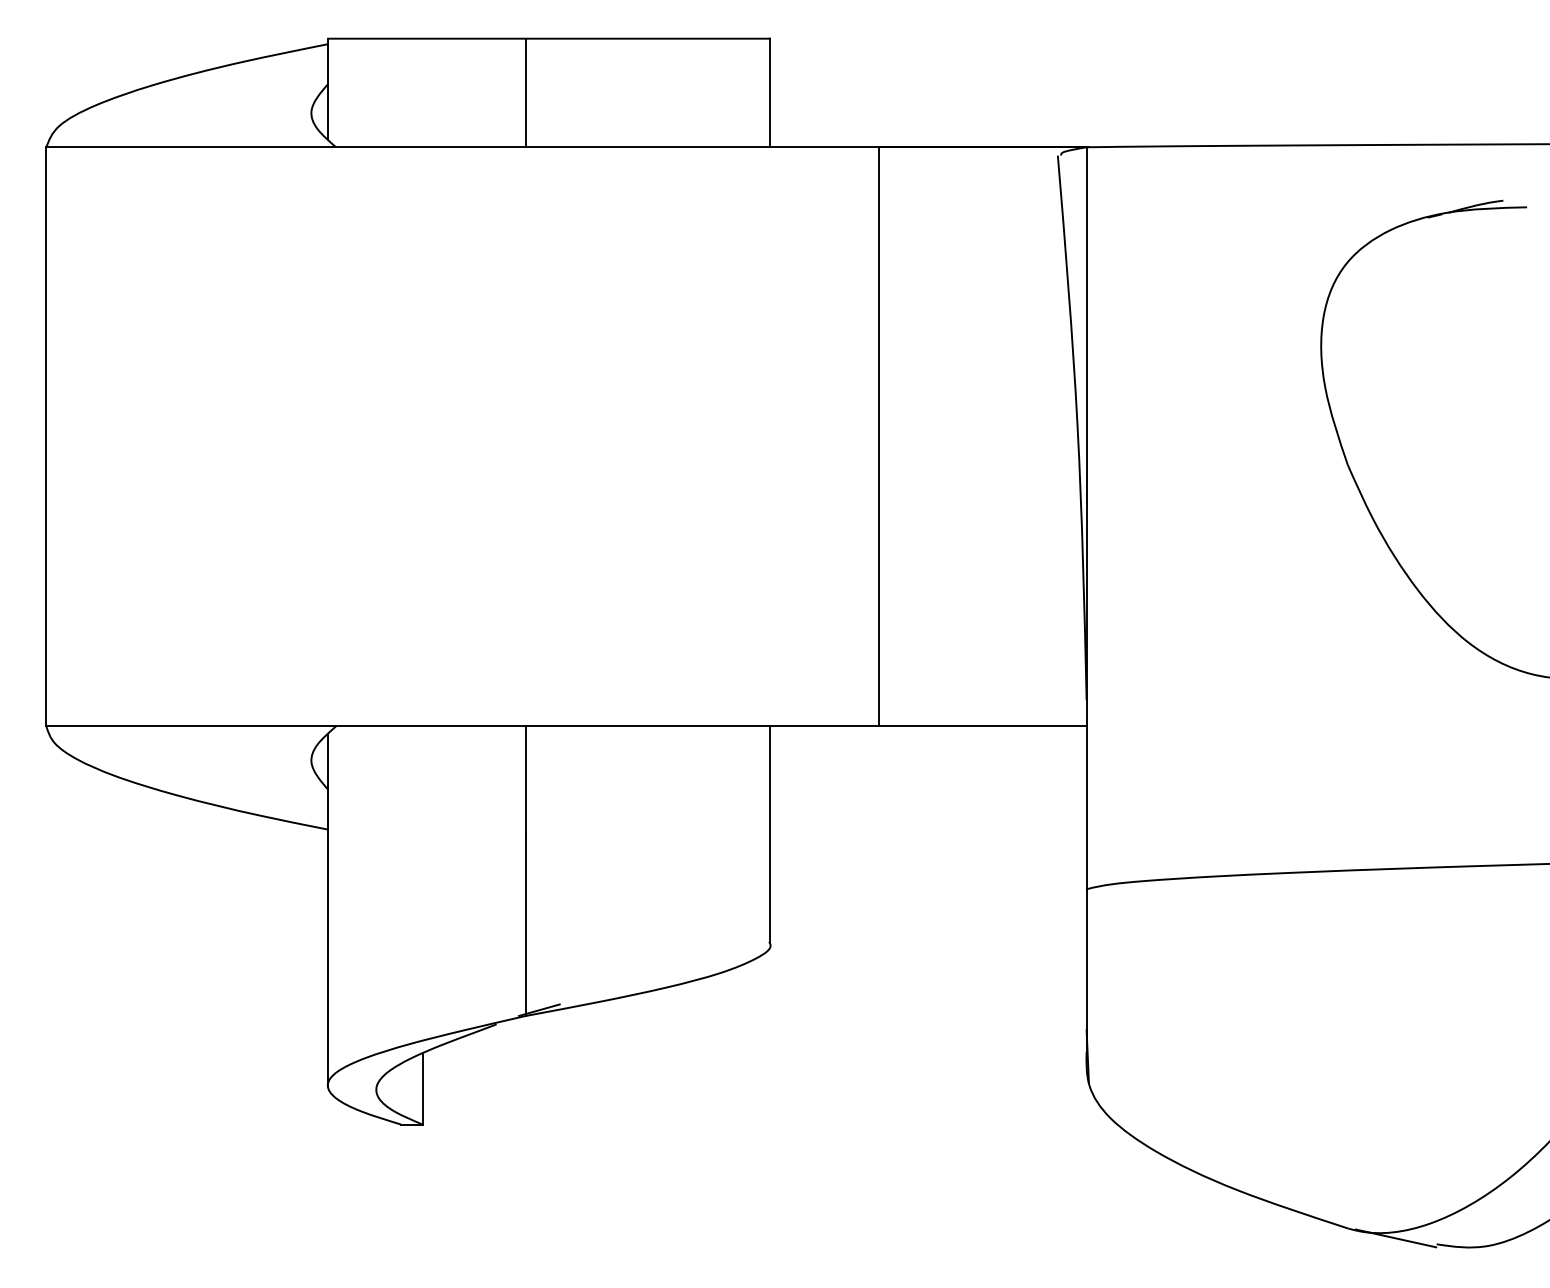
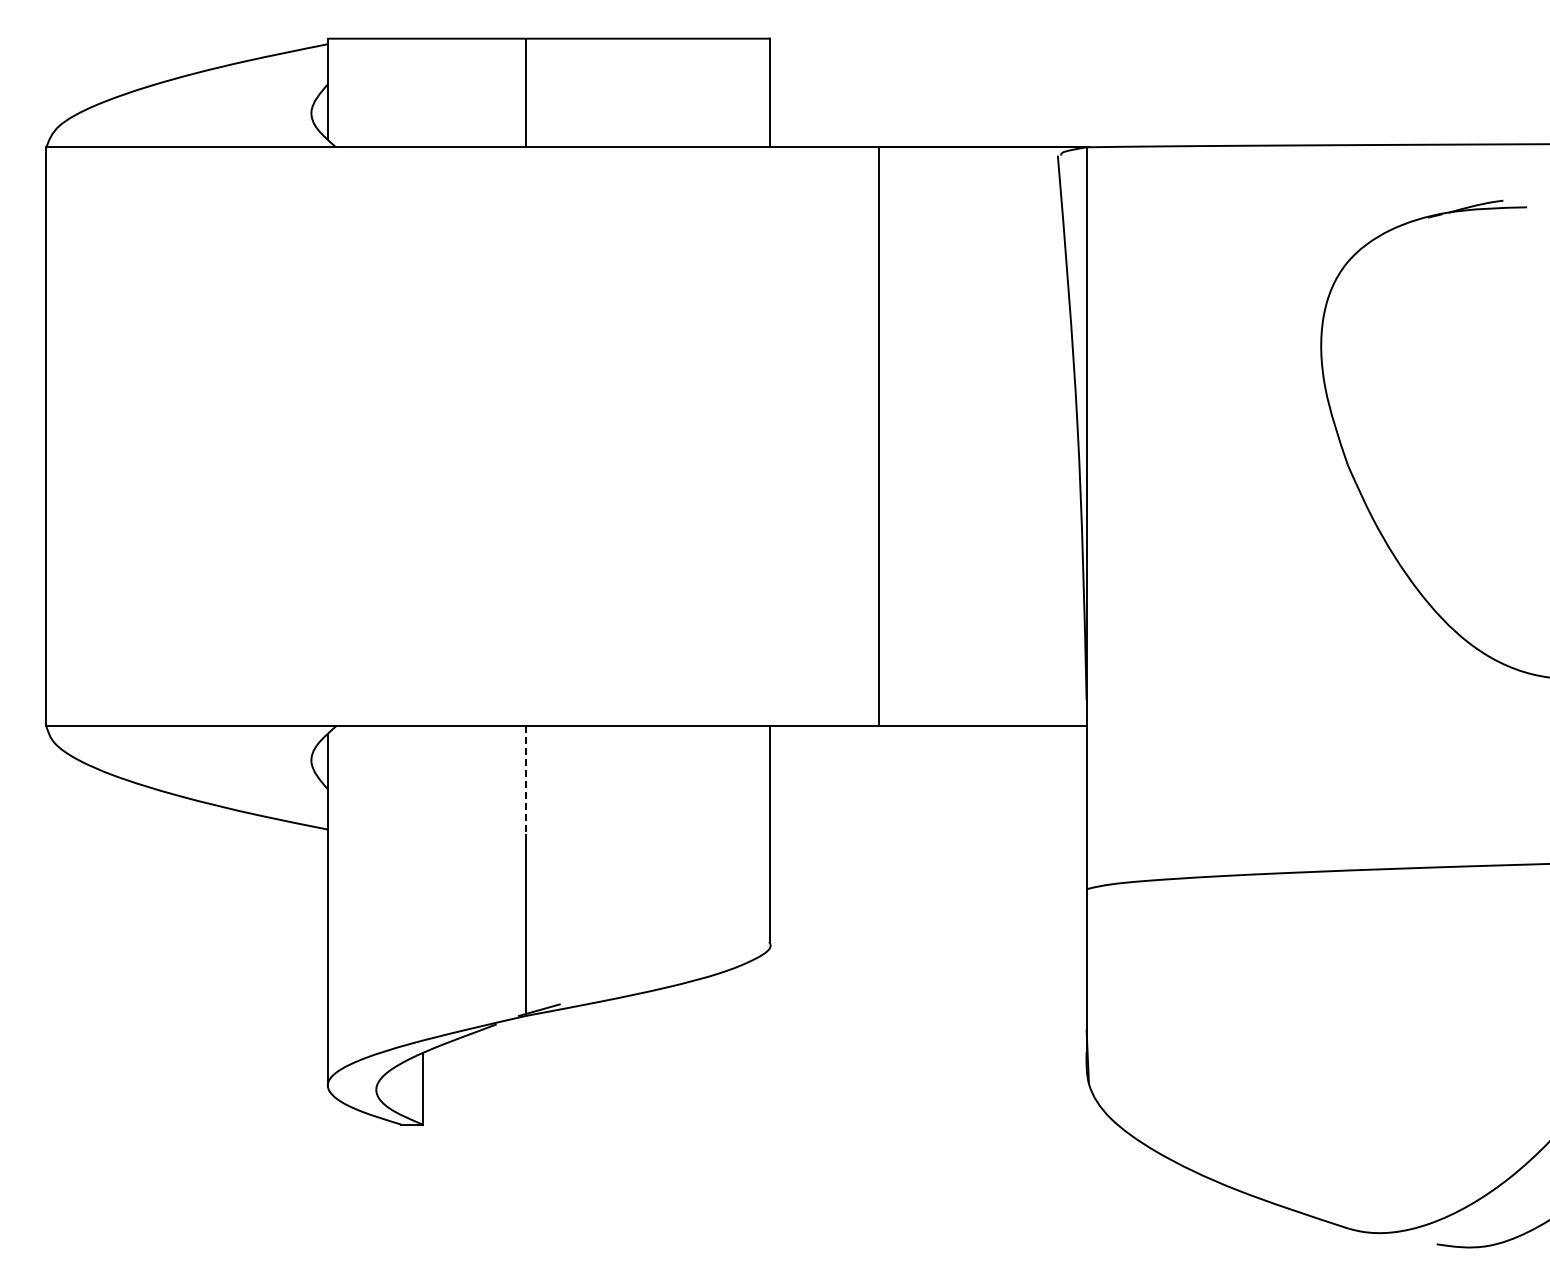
line at (525, 781): solid -> dashed
line at (1395, 1238): present -> none
